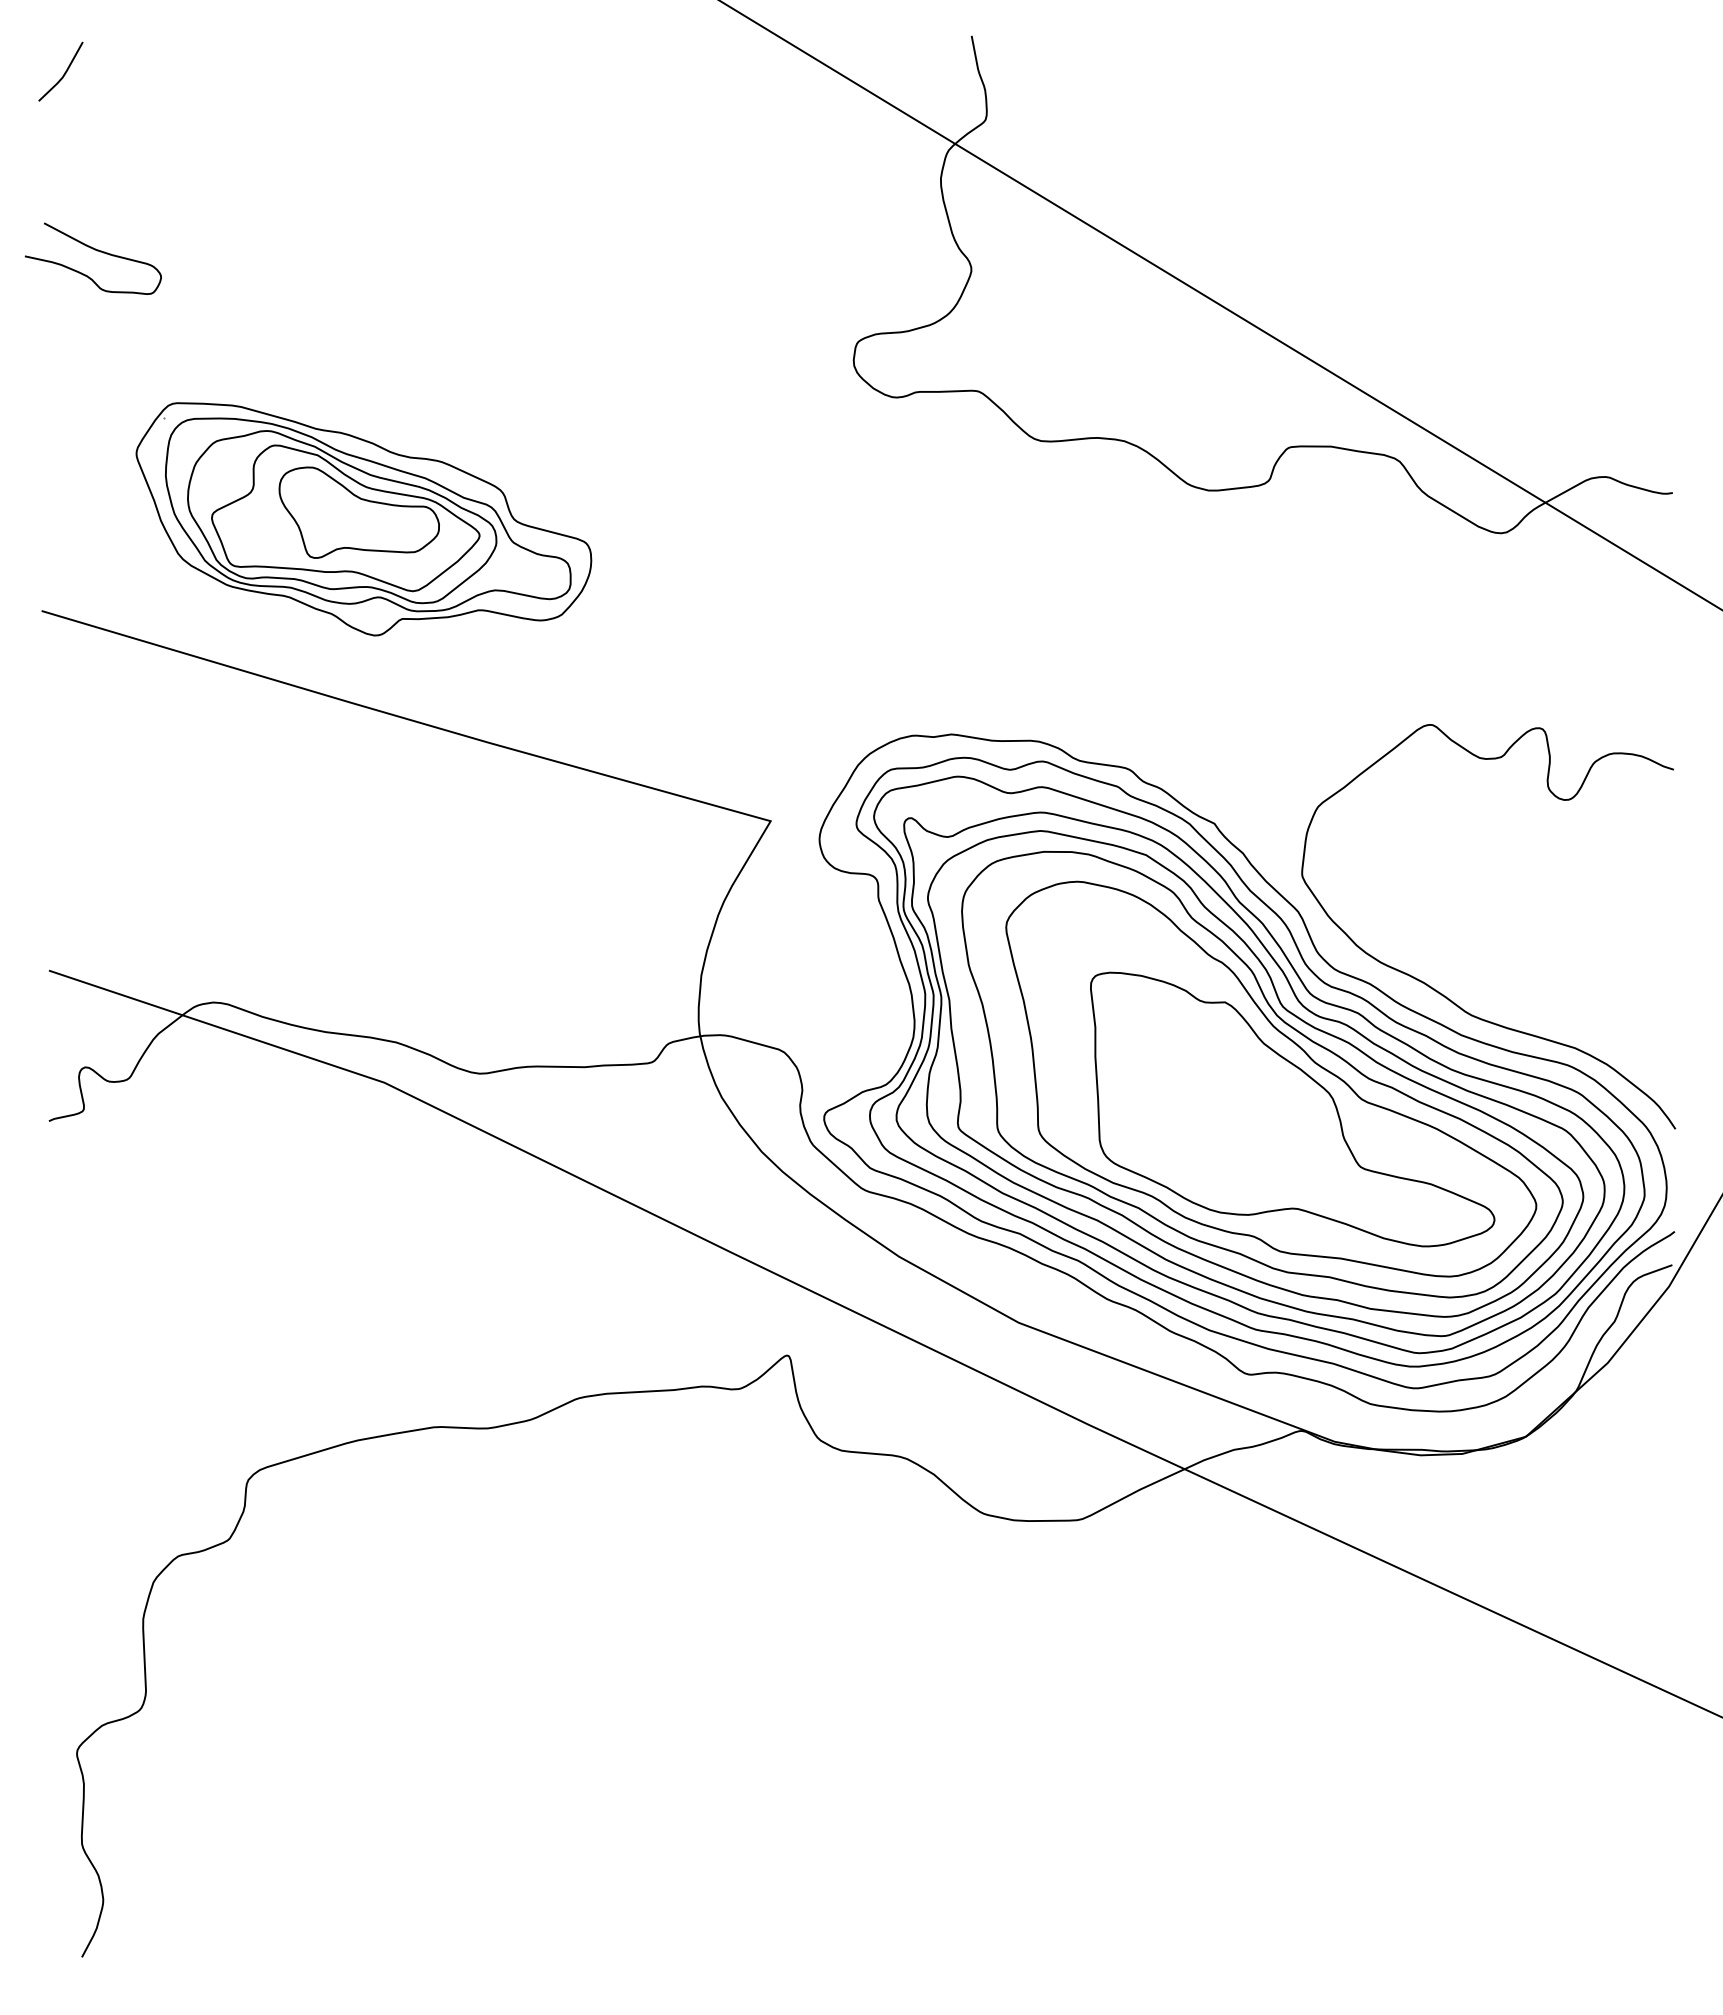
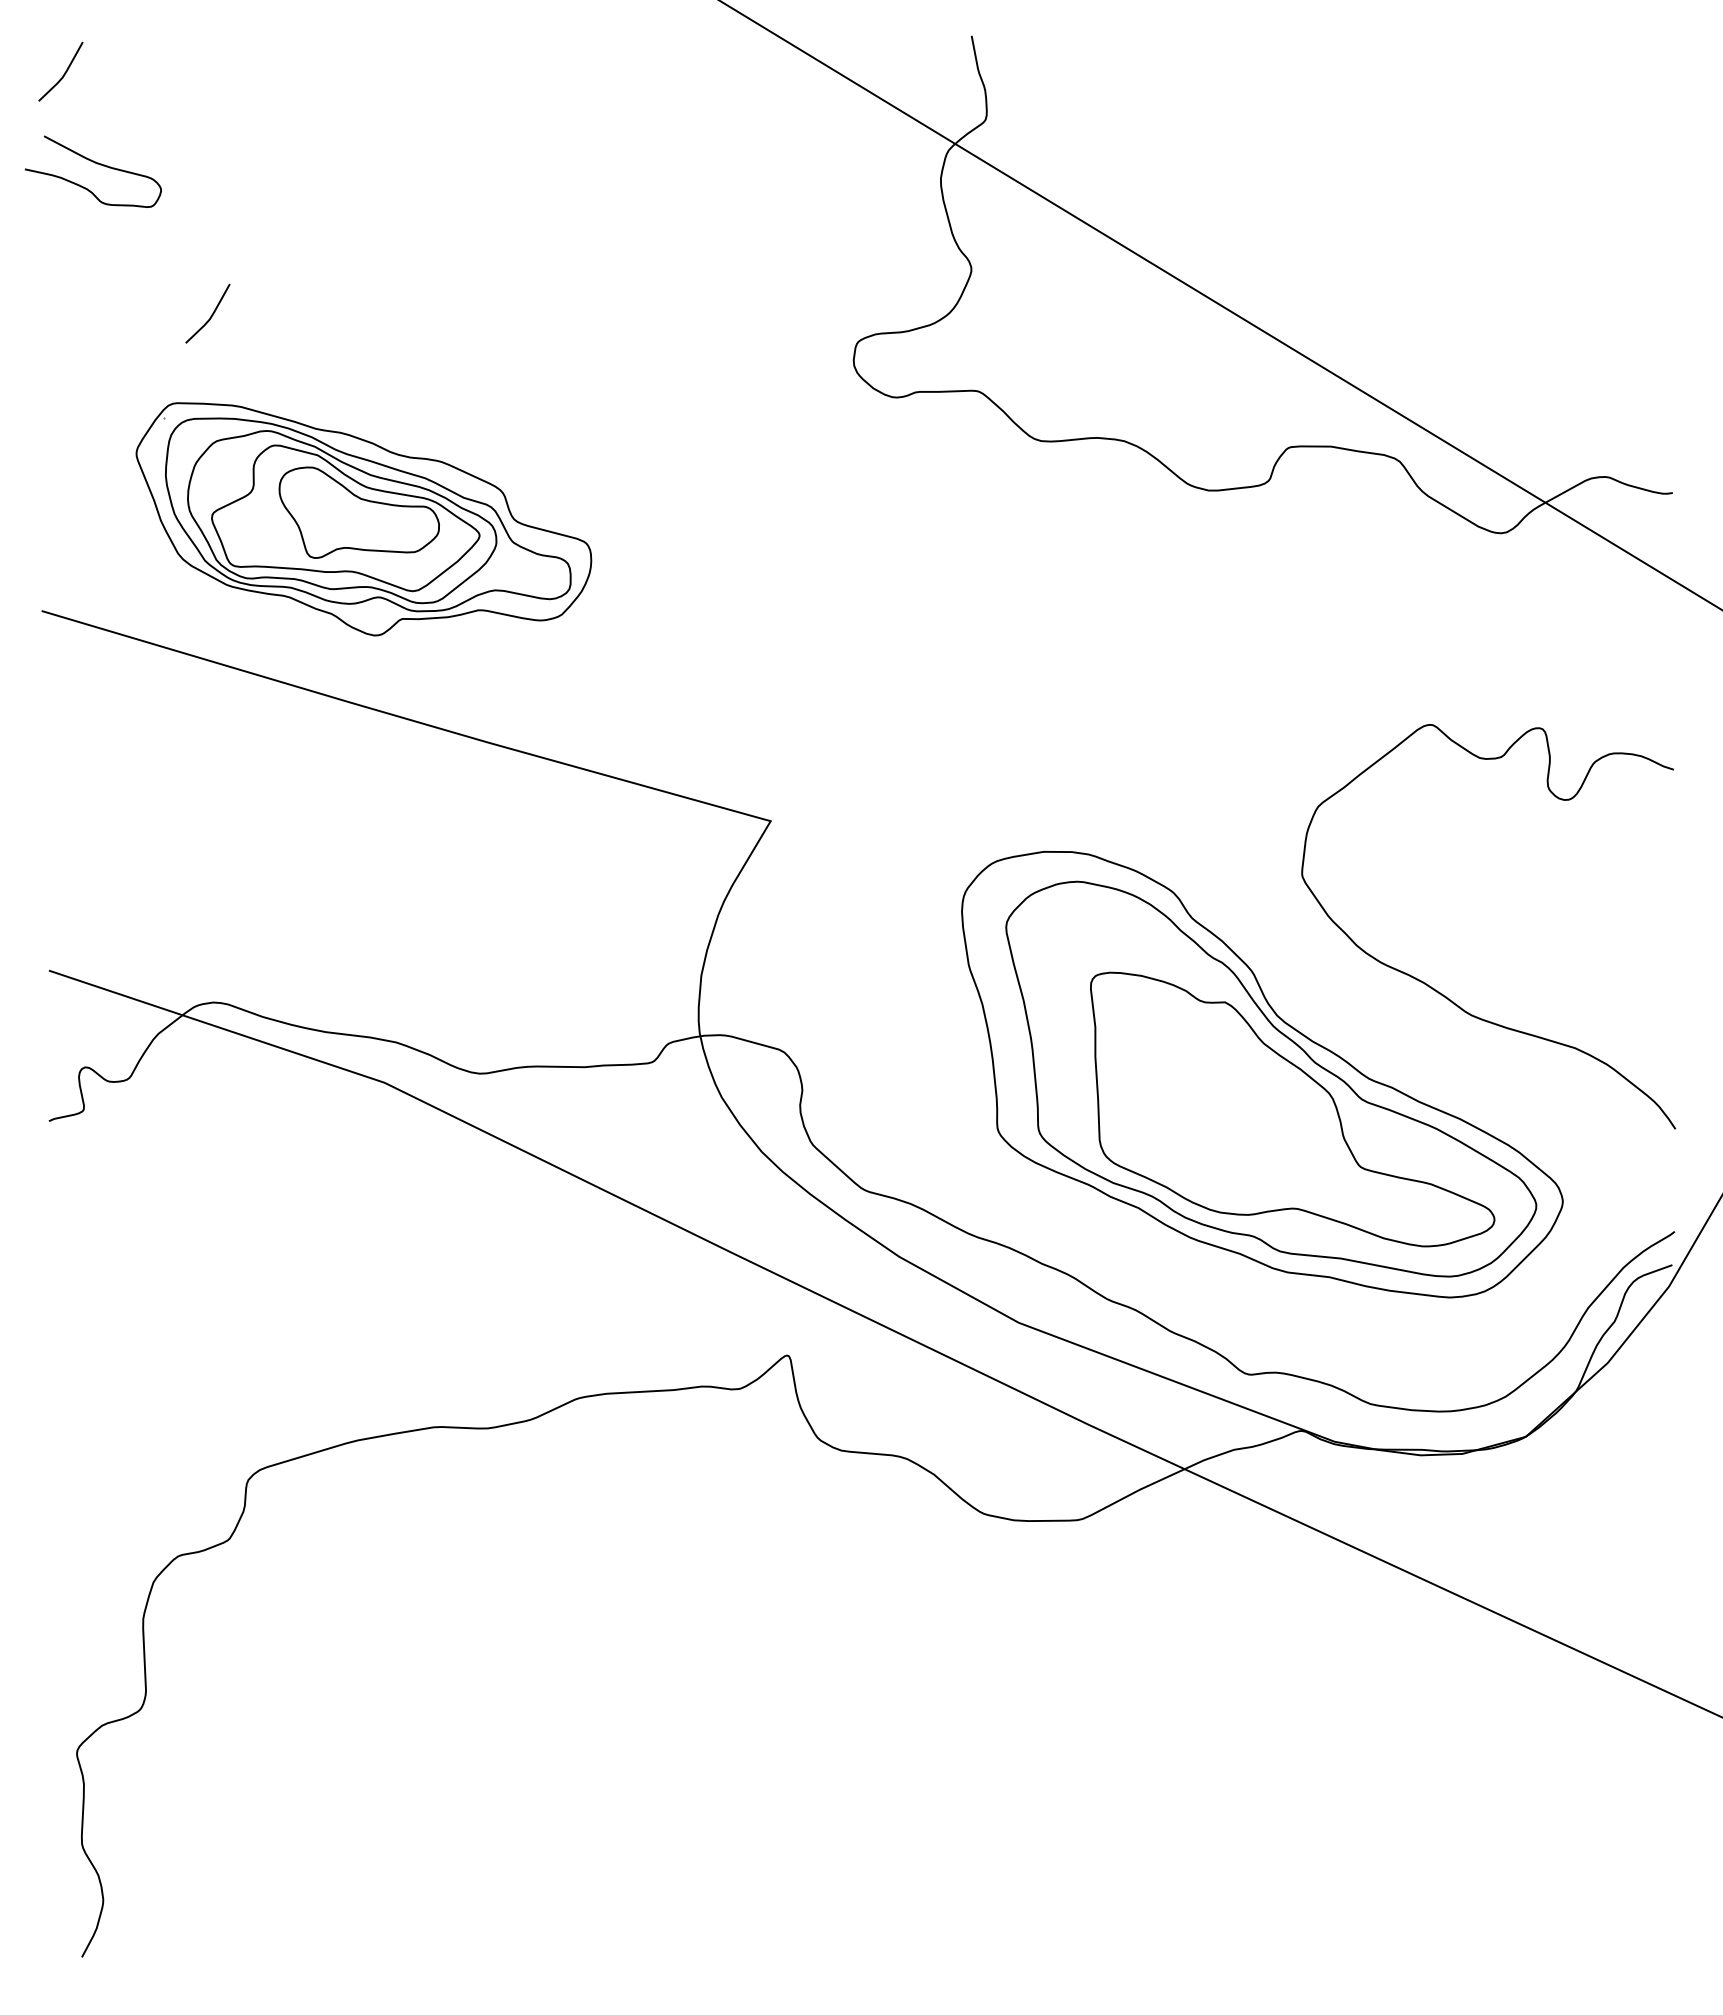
curve at (94, 250) position: (94, 250) -> (94, 163)
line at (211, 314): none -> present
part at (1242, 1061): present -> none
